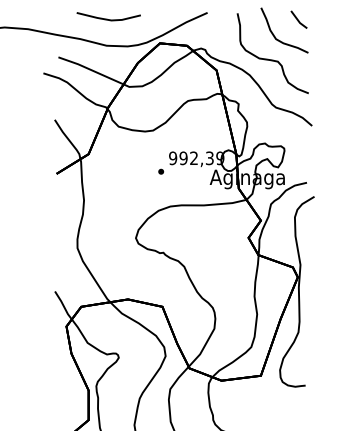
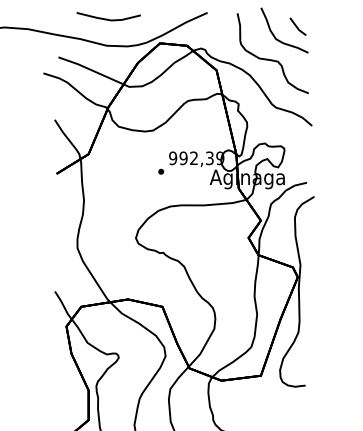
line at (298, 19) position: (298, 19) -> (297, 26)
